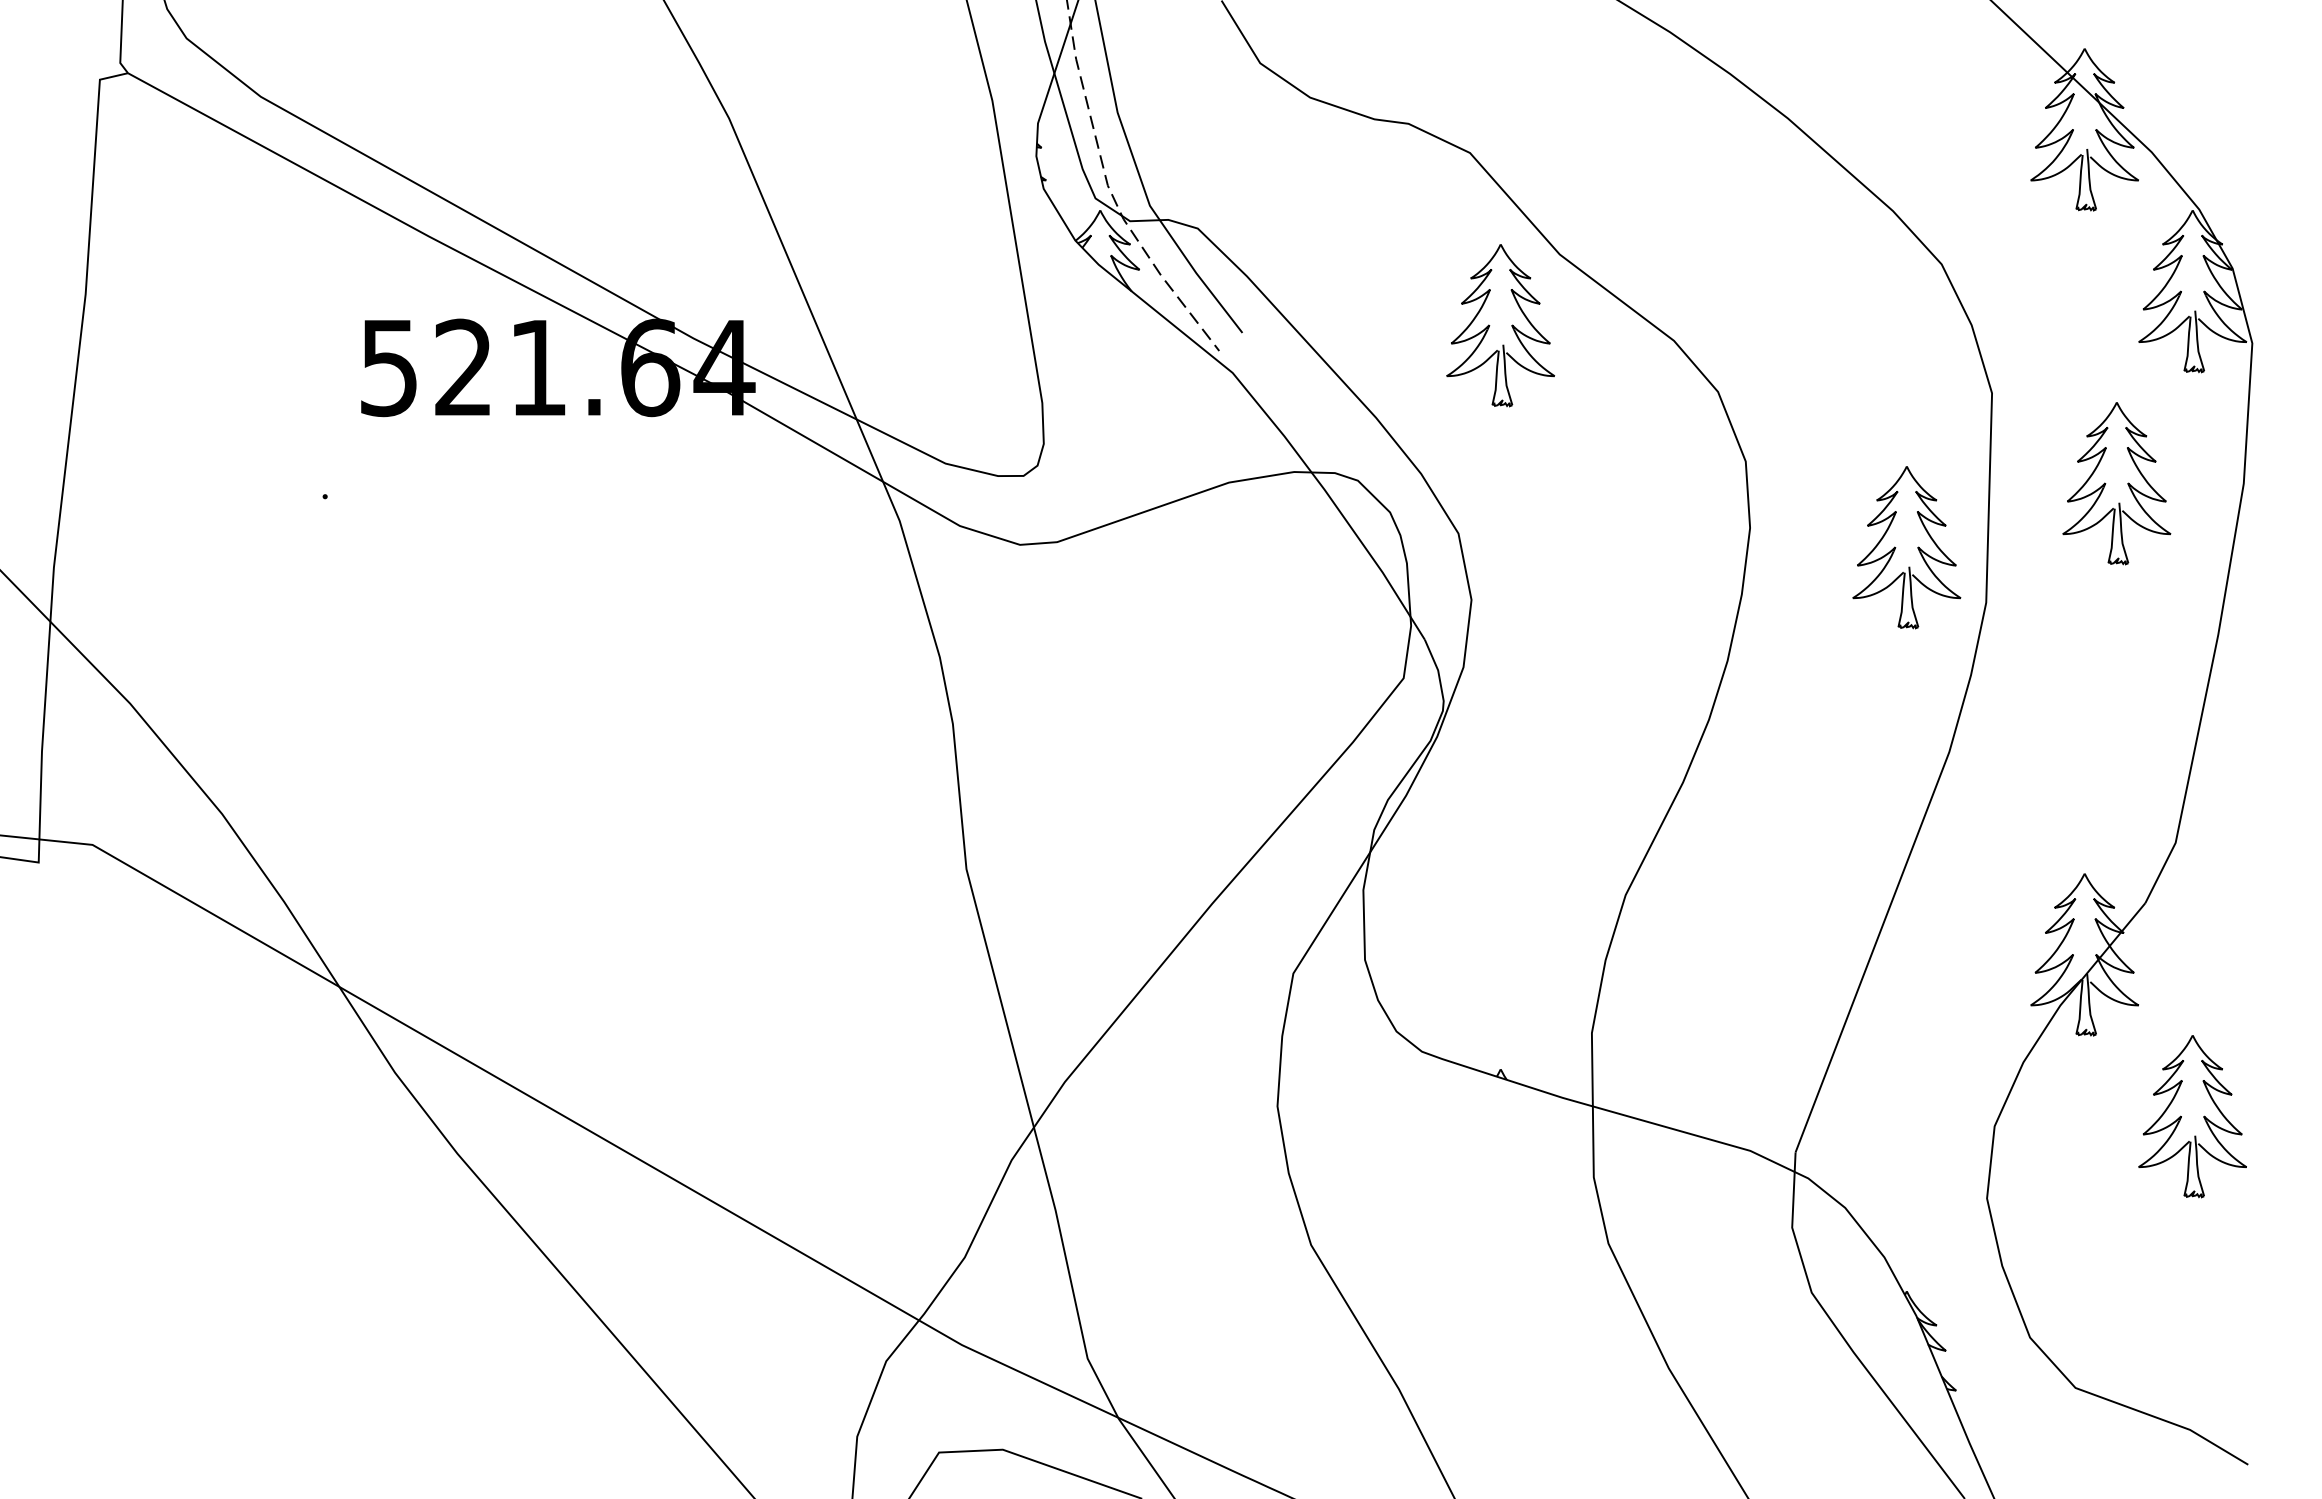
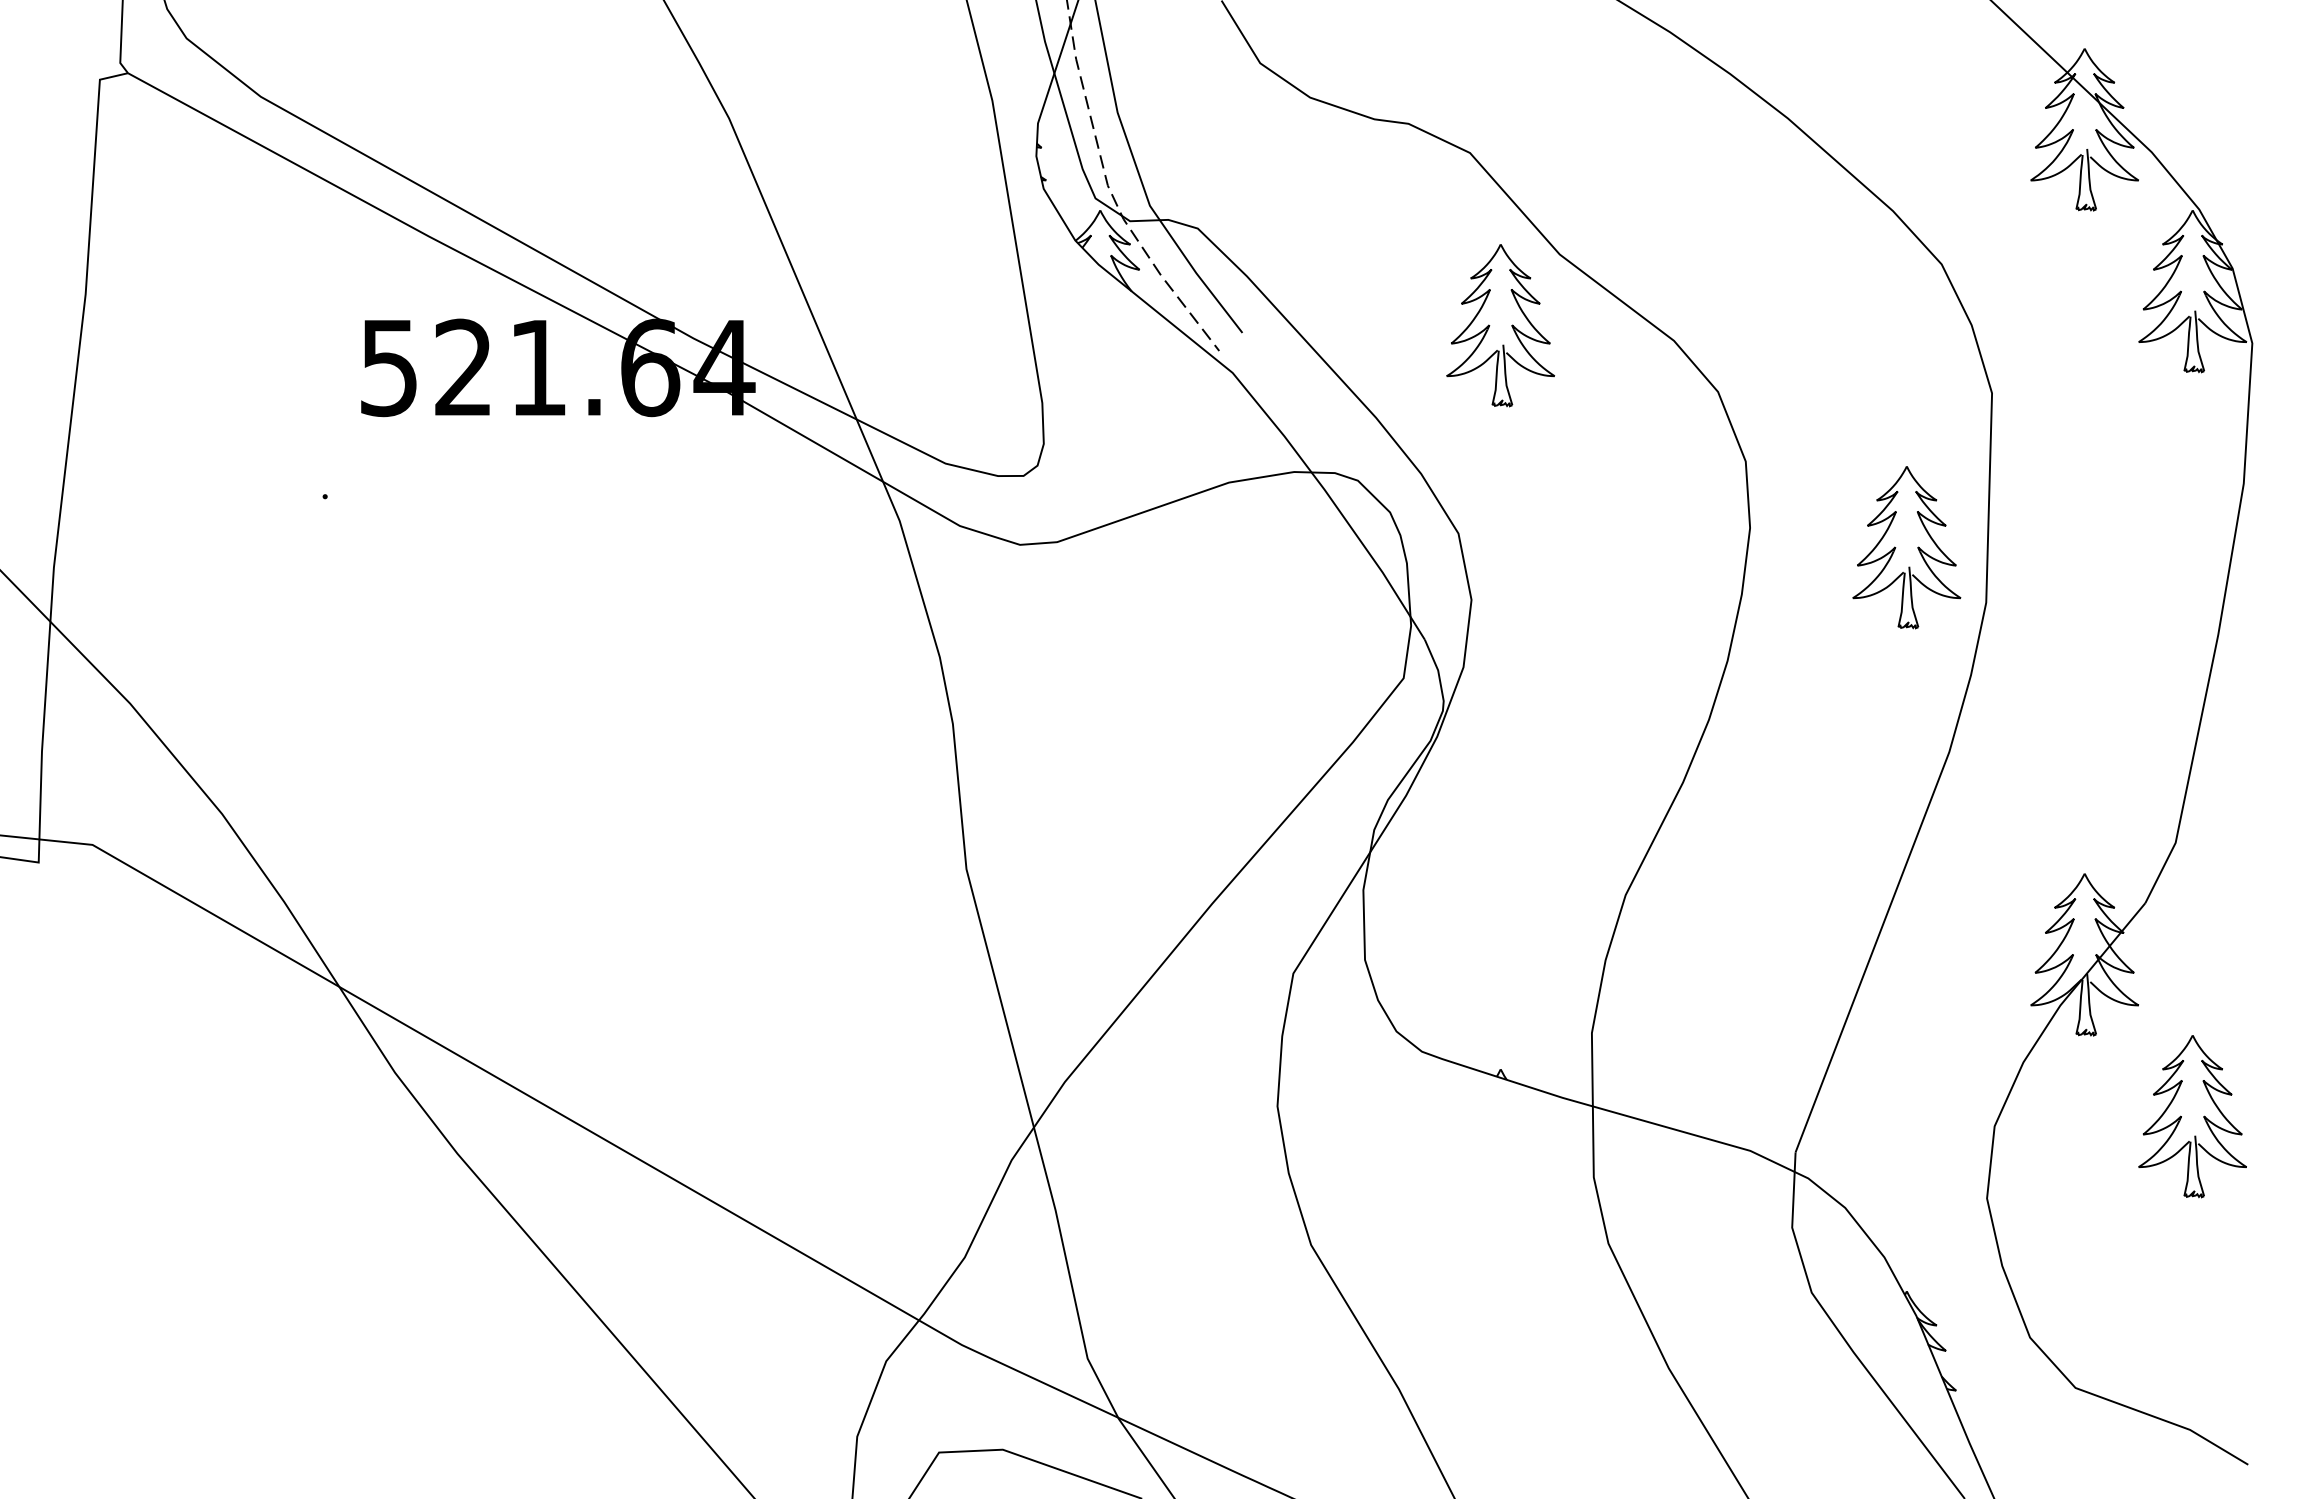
part at (2116, 483): present -> none
